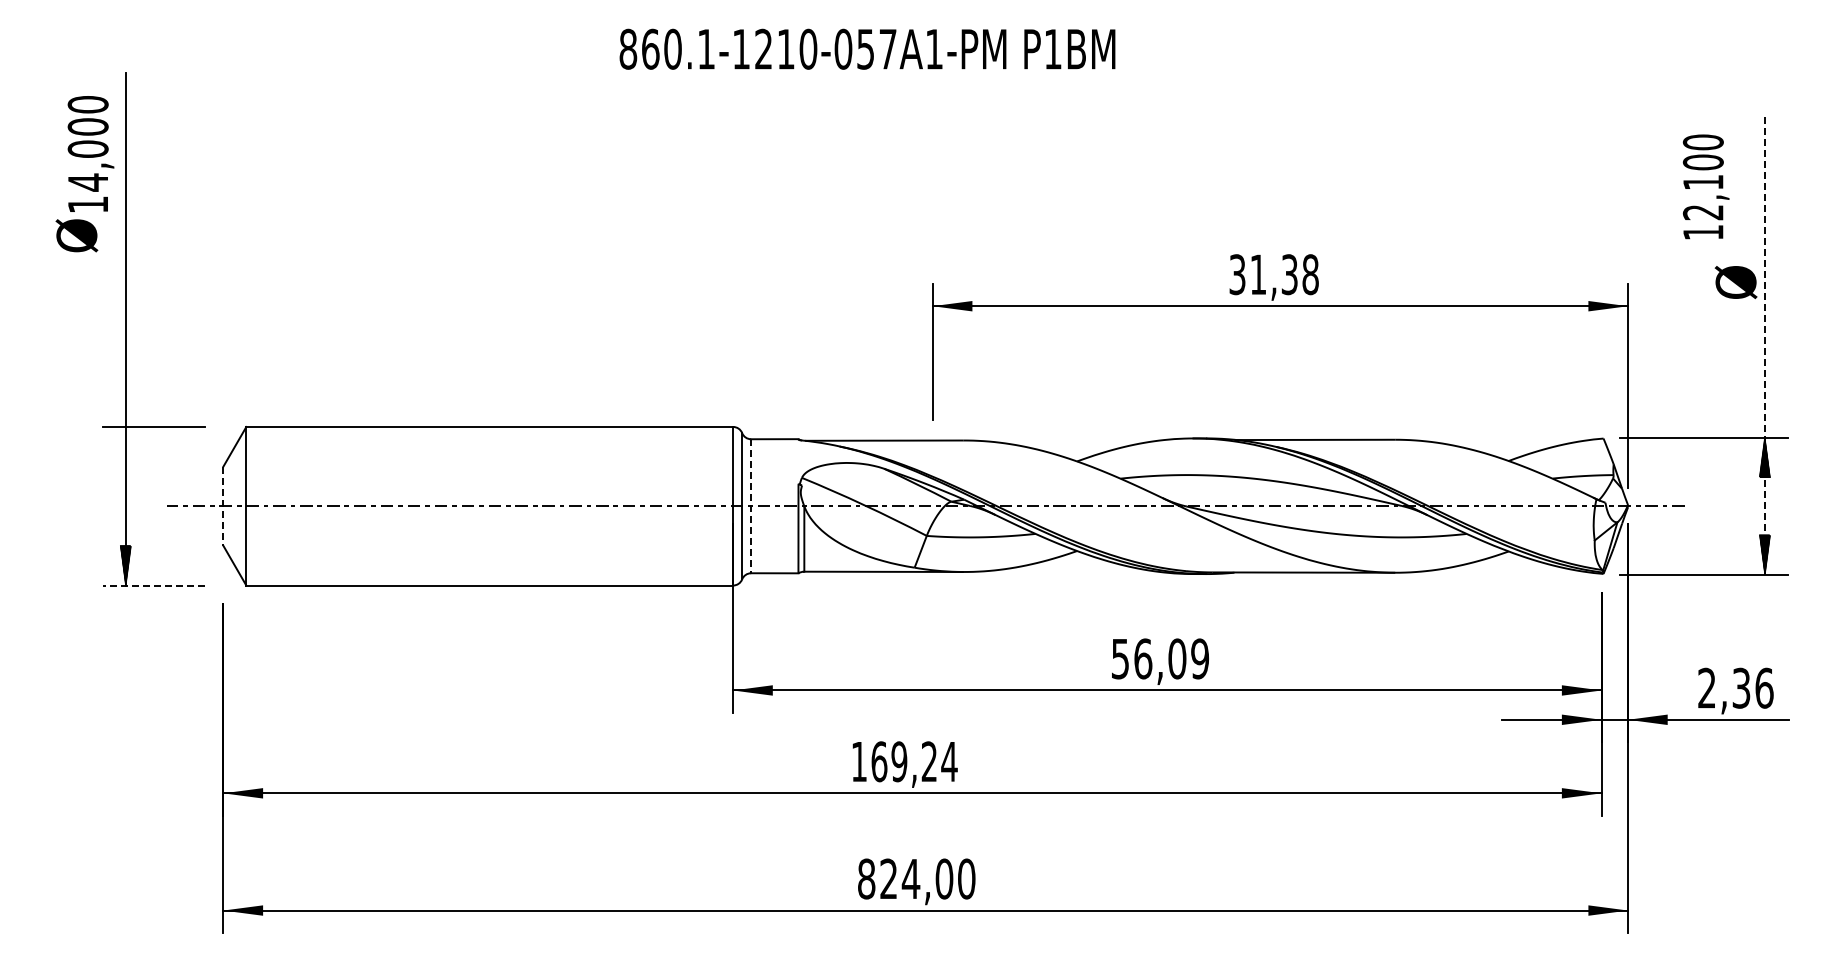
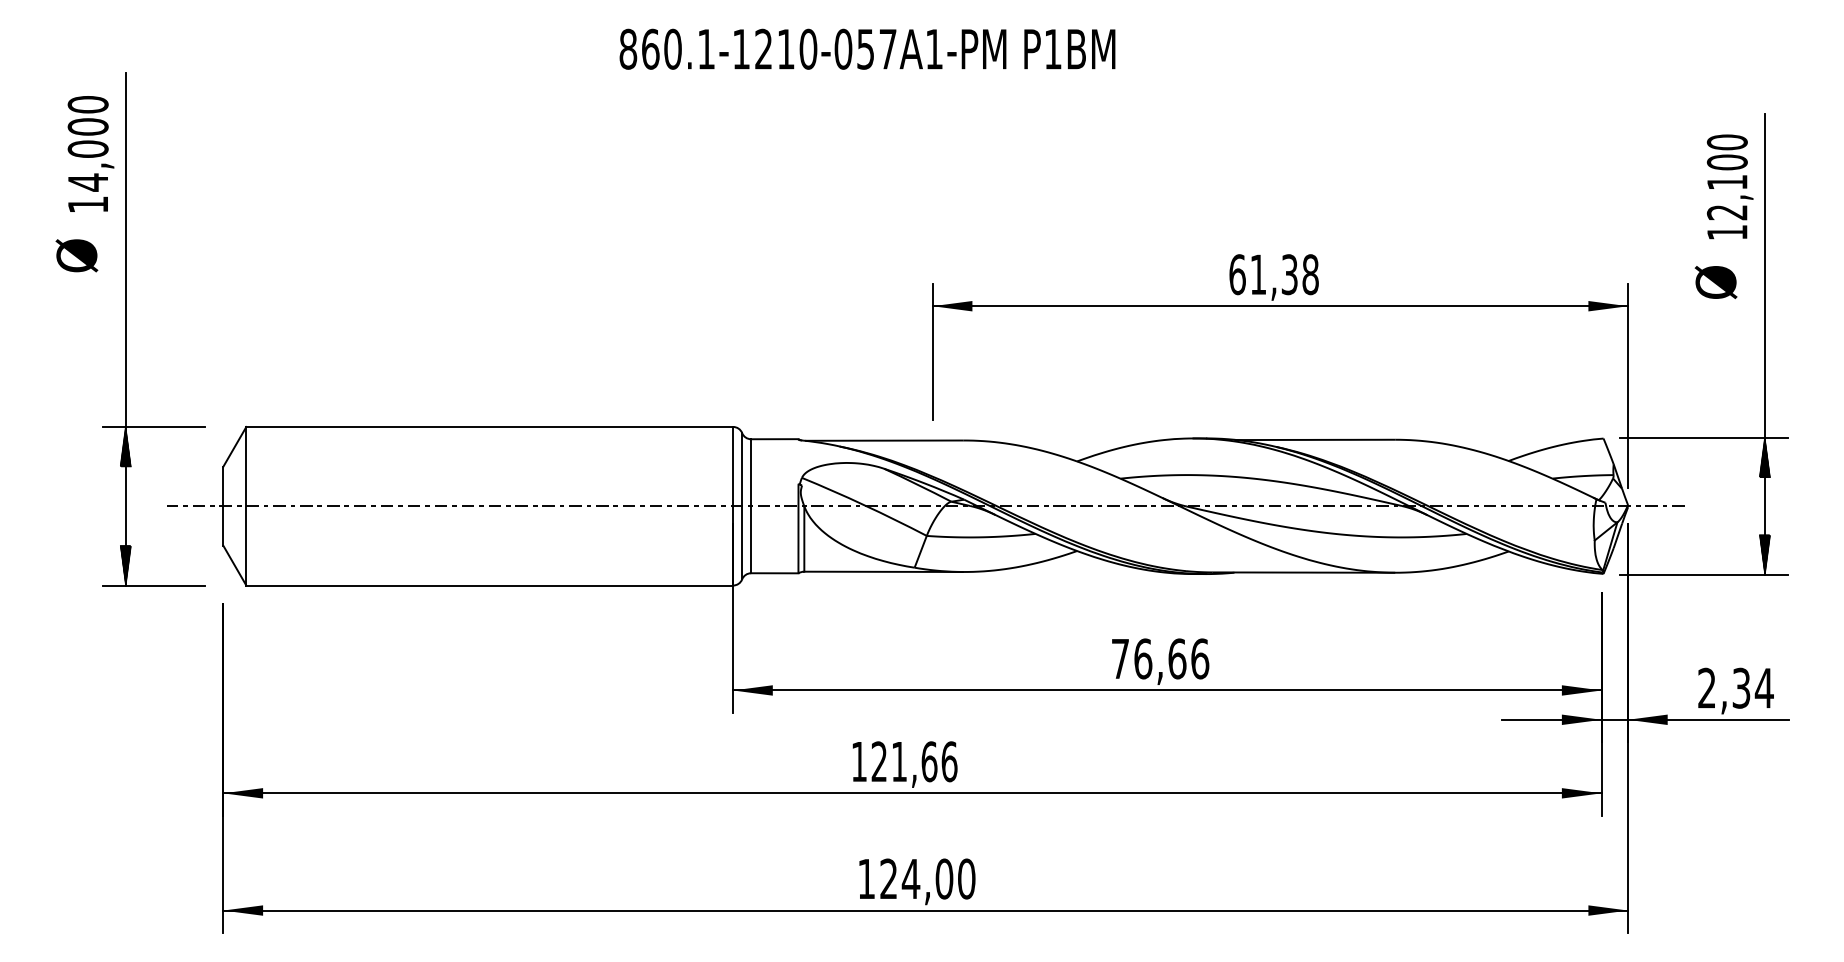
text at (1705, 186) position: (1705, 186) -> (1729, 186)
text at (76, 235) position: (76, 235) -> (76, 255)
text at (1237, 274): 31,38 -> 61,38
text at (1735, 282) position: (1735, 282) -> (1715, 282)
line at (1764, 343): dashed -> solid
hatch at (125, 446): none -> present
line at (223, 506): dashed -> solid
line at (751, 506): dashed -> solid
line at (153, 585): dashed -> solid
text at (1160, 658): 56,09 -> 76,66
text at (1763, 687): 2,36 -> 2,34
text at (914, 761): 169,24 -> 121,66
text at (866, 878): 824,00 -> 124,00
